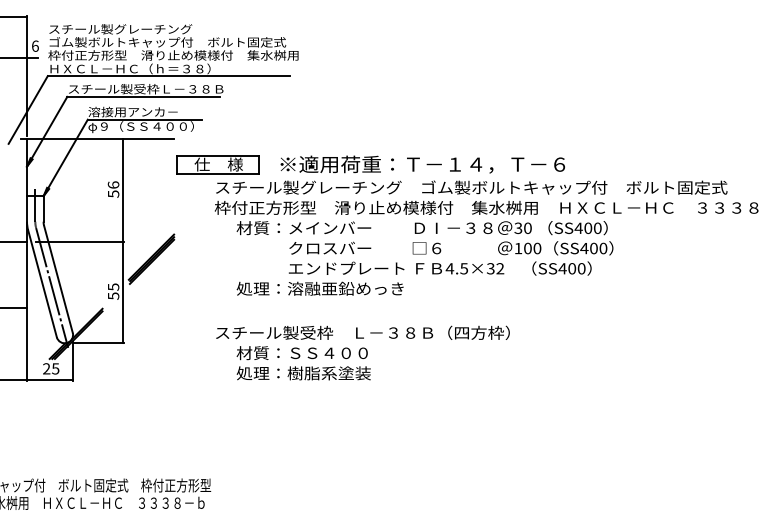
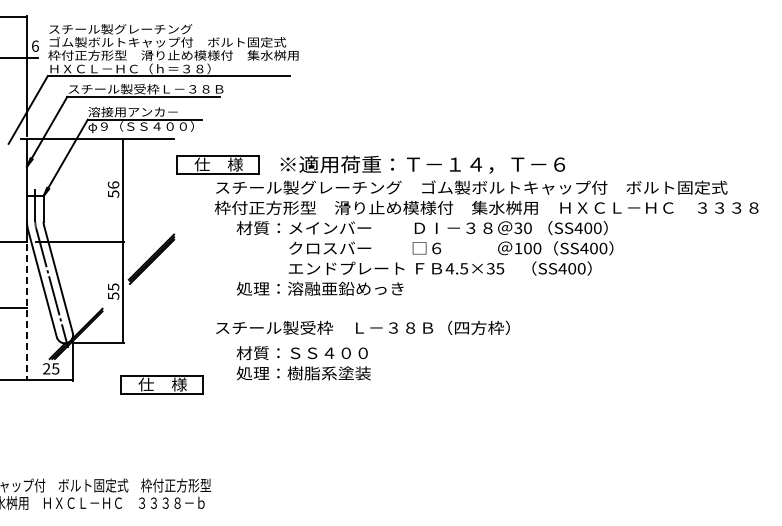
text at (500, 268): 4.5×32 -> 4.5×35
line at (27, 312): solid -> dashed
text at (362, 332) position: (362, 332) -> (362, 327)
part at (161, 384): none -> present
